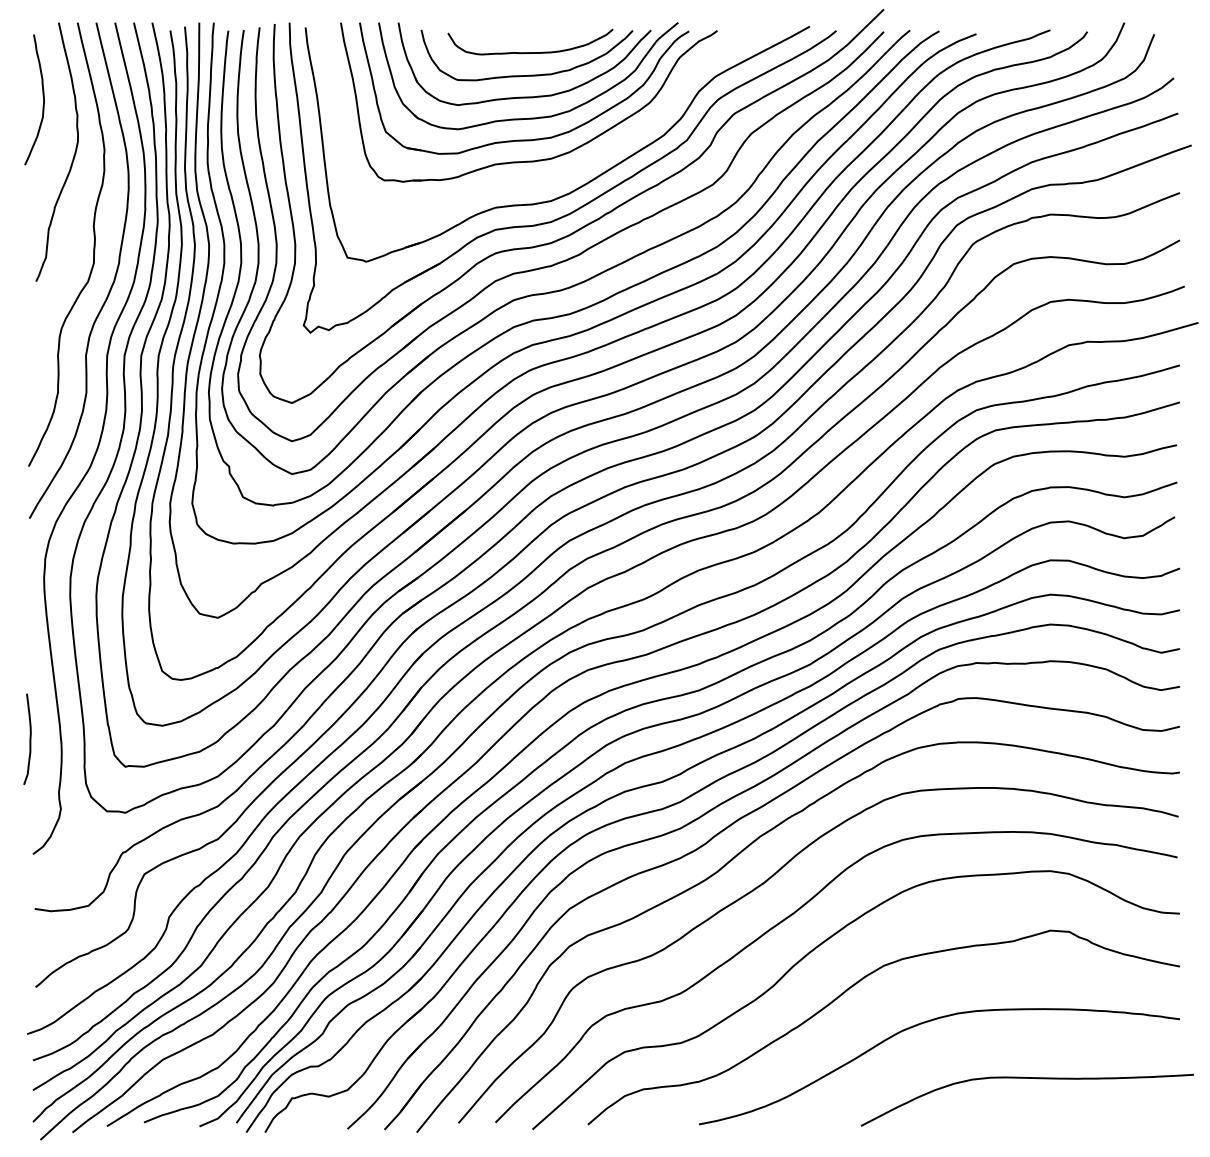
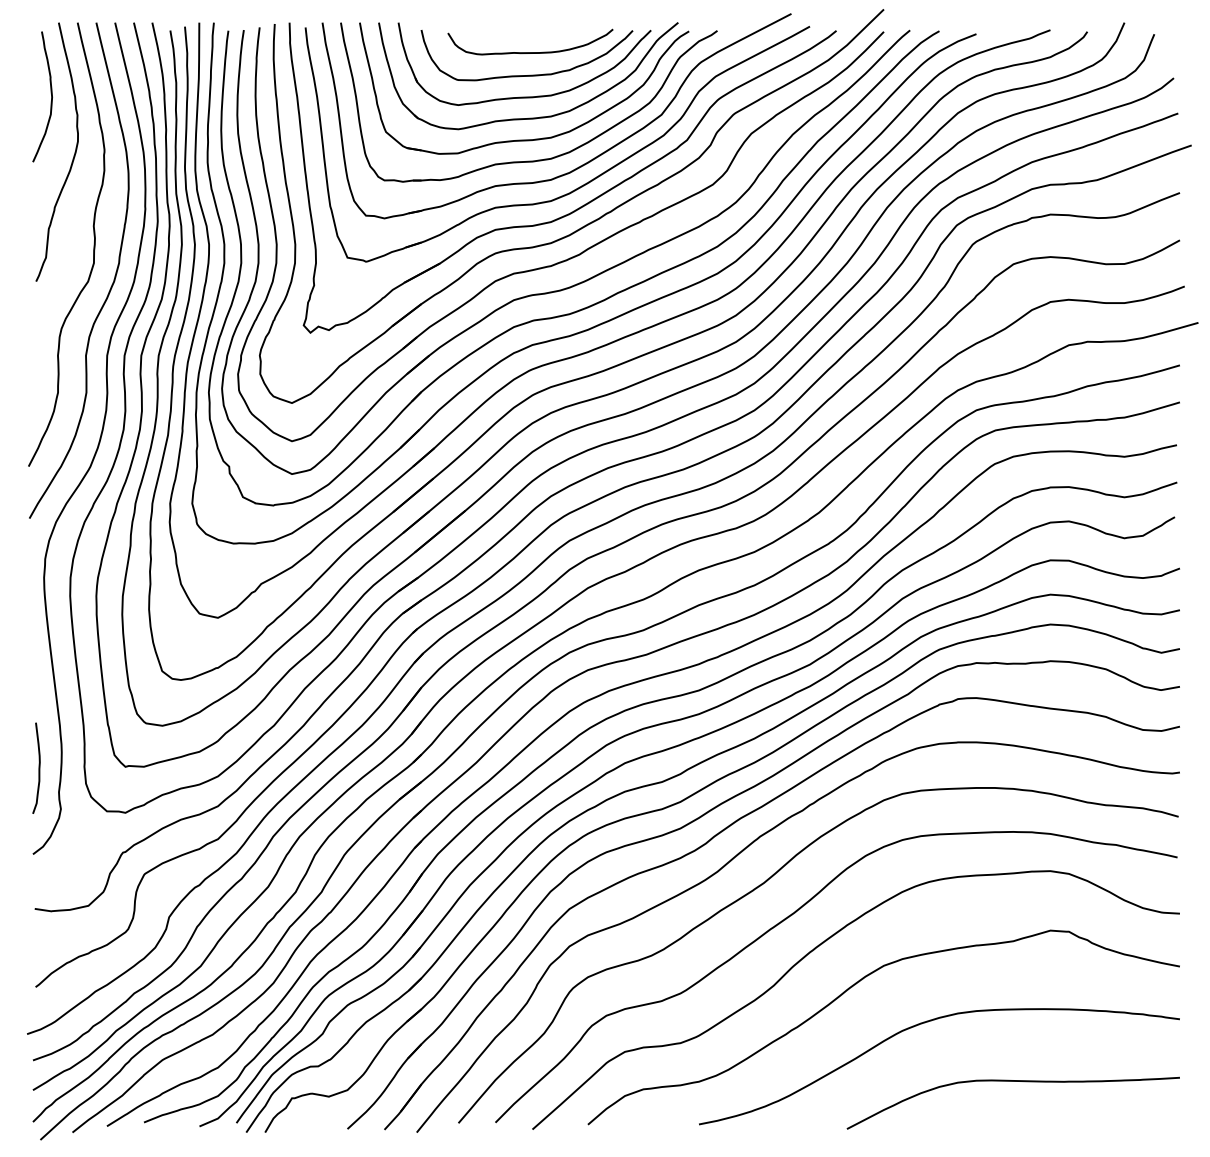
curve at (42, 96) position: (42, 96) -> (50, 93)
part at (580, 165): none -> present
curve at (29, 738) position: (29, 738) -> (38, 767)
curve at (1026, 1078) position: (1026, 1078) -> (1012, 1081)
